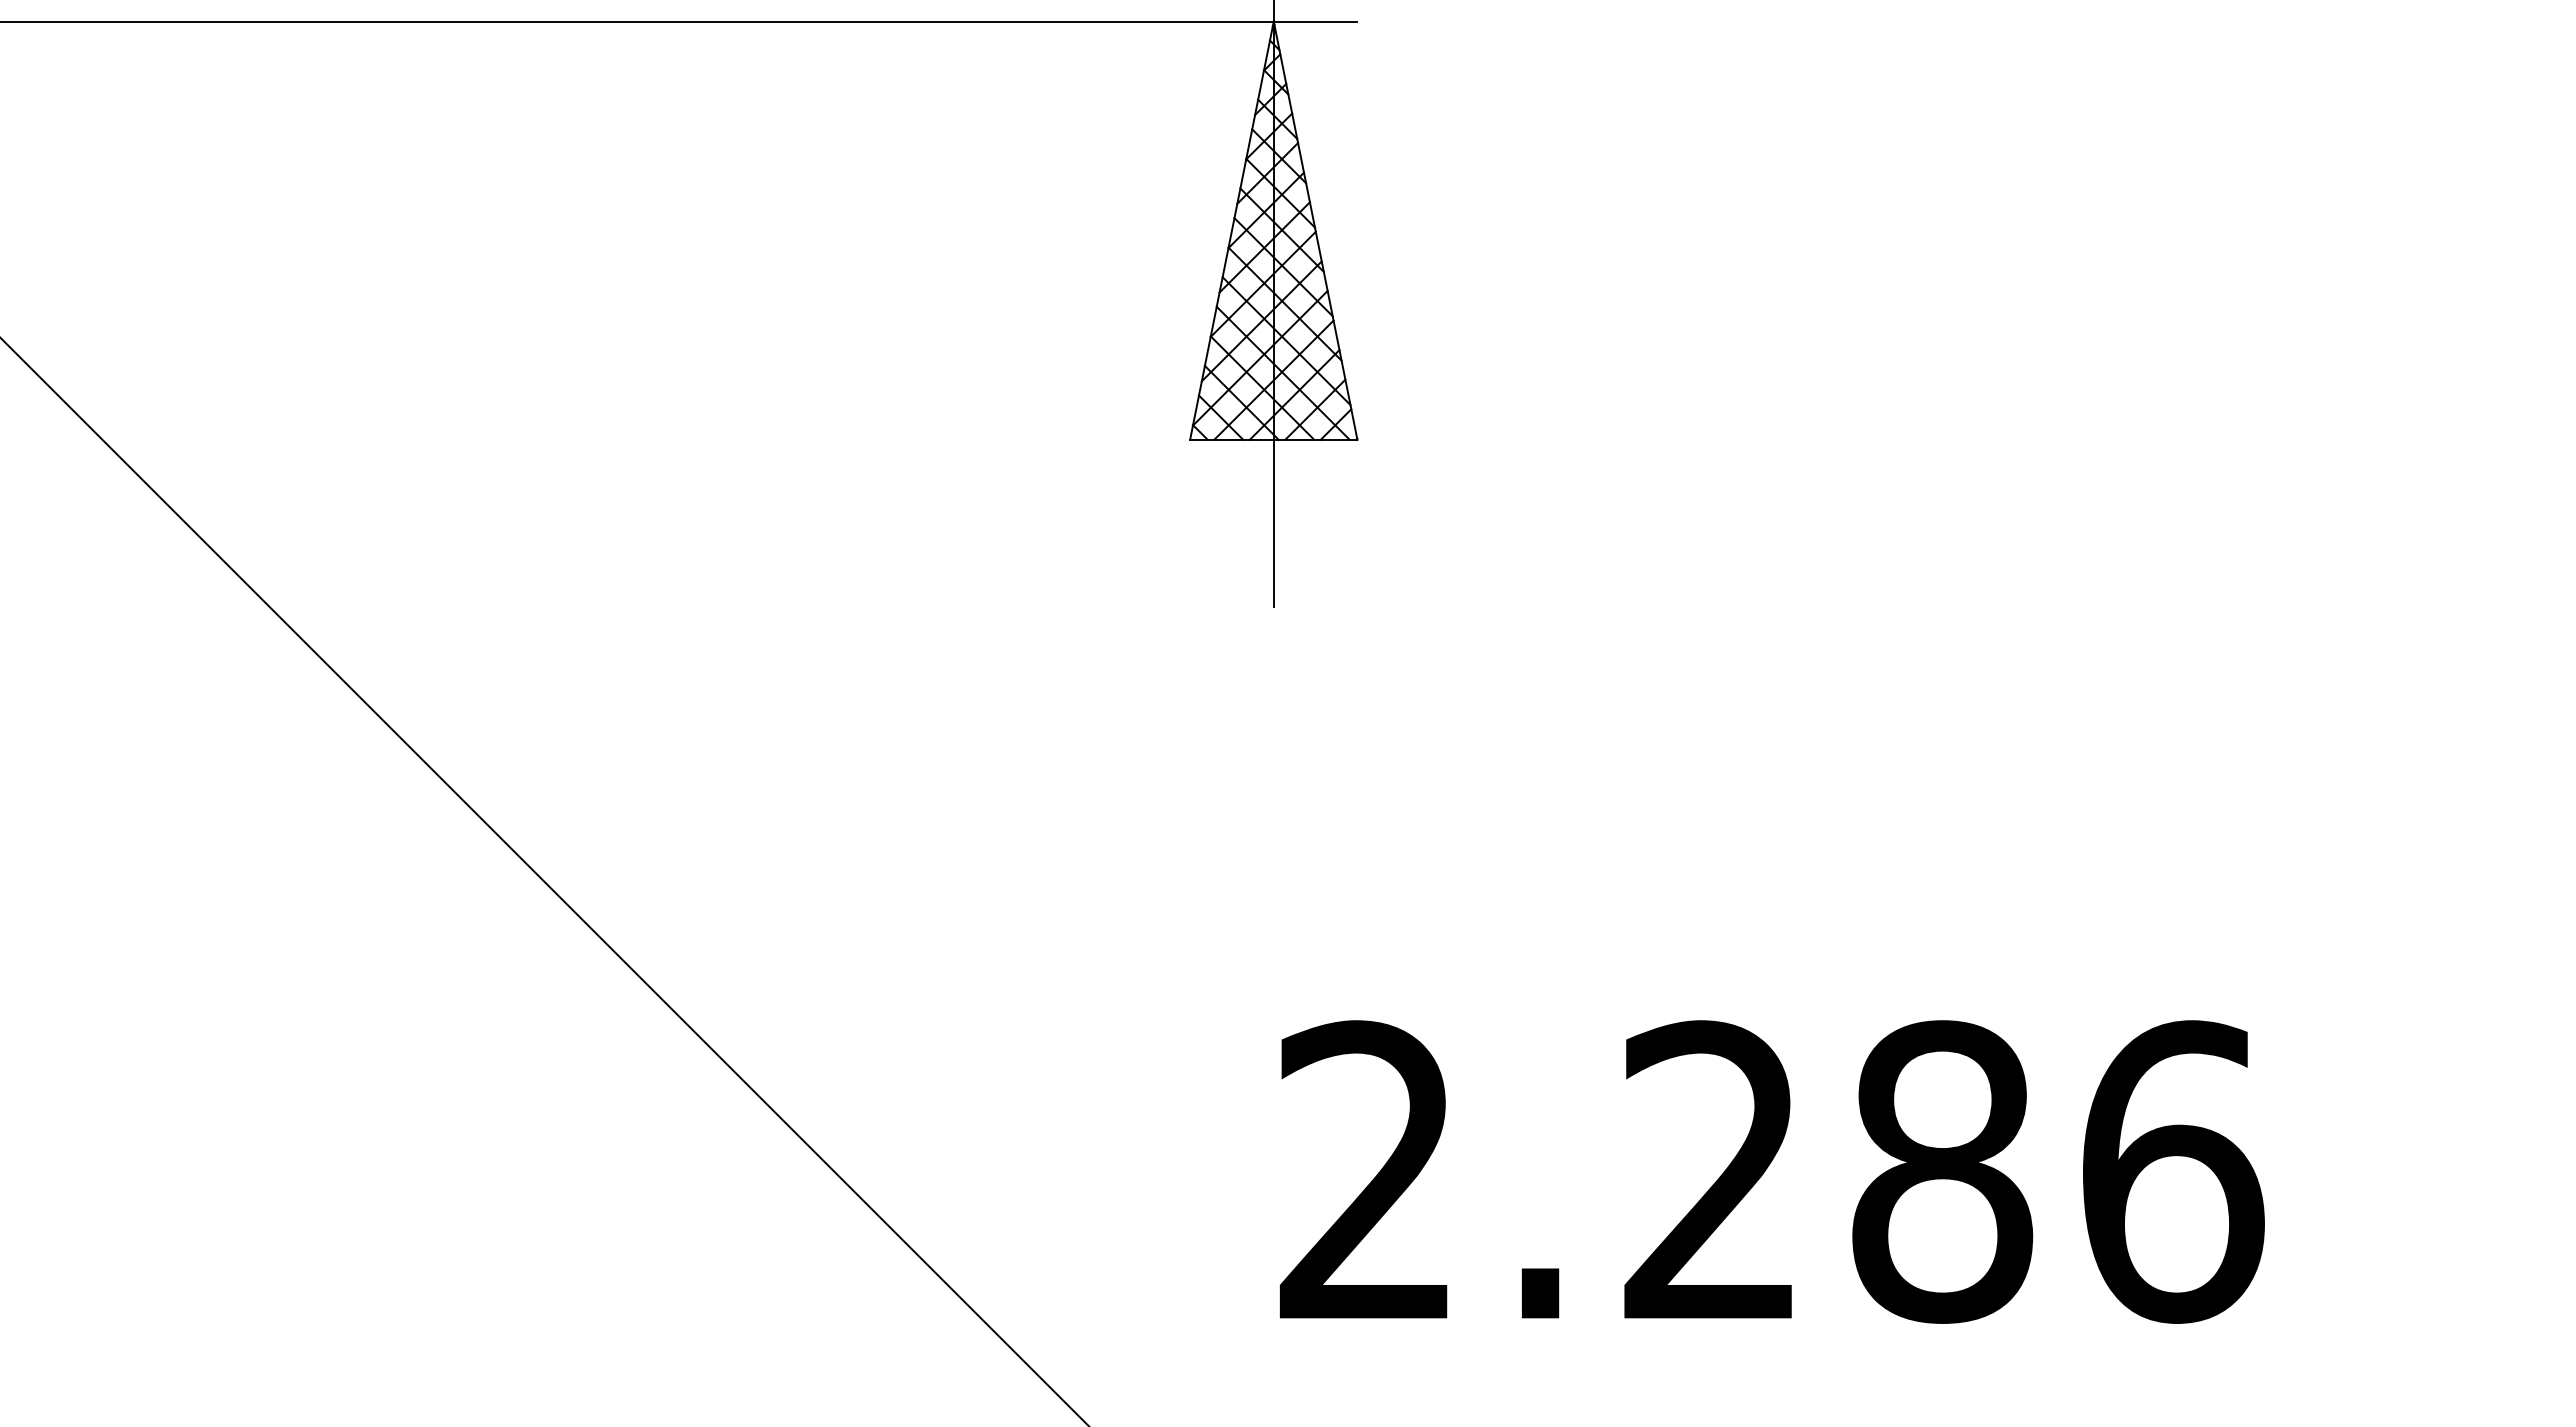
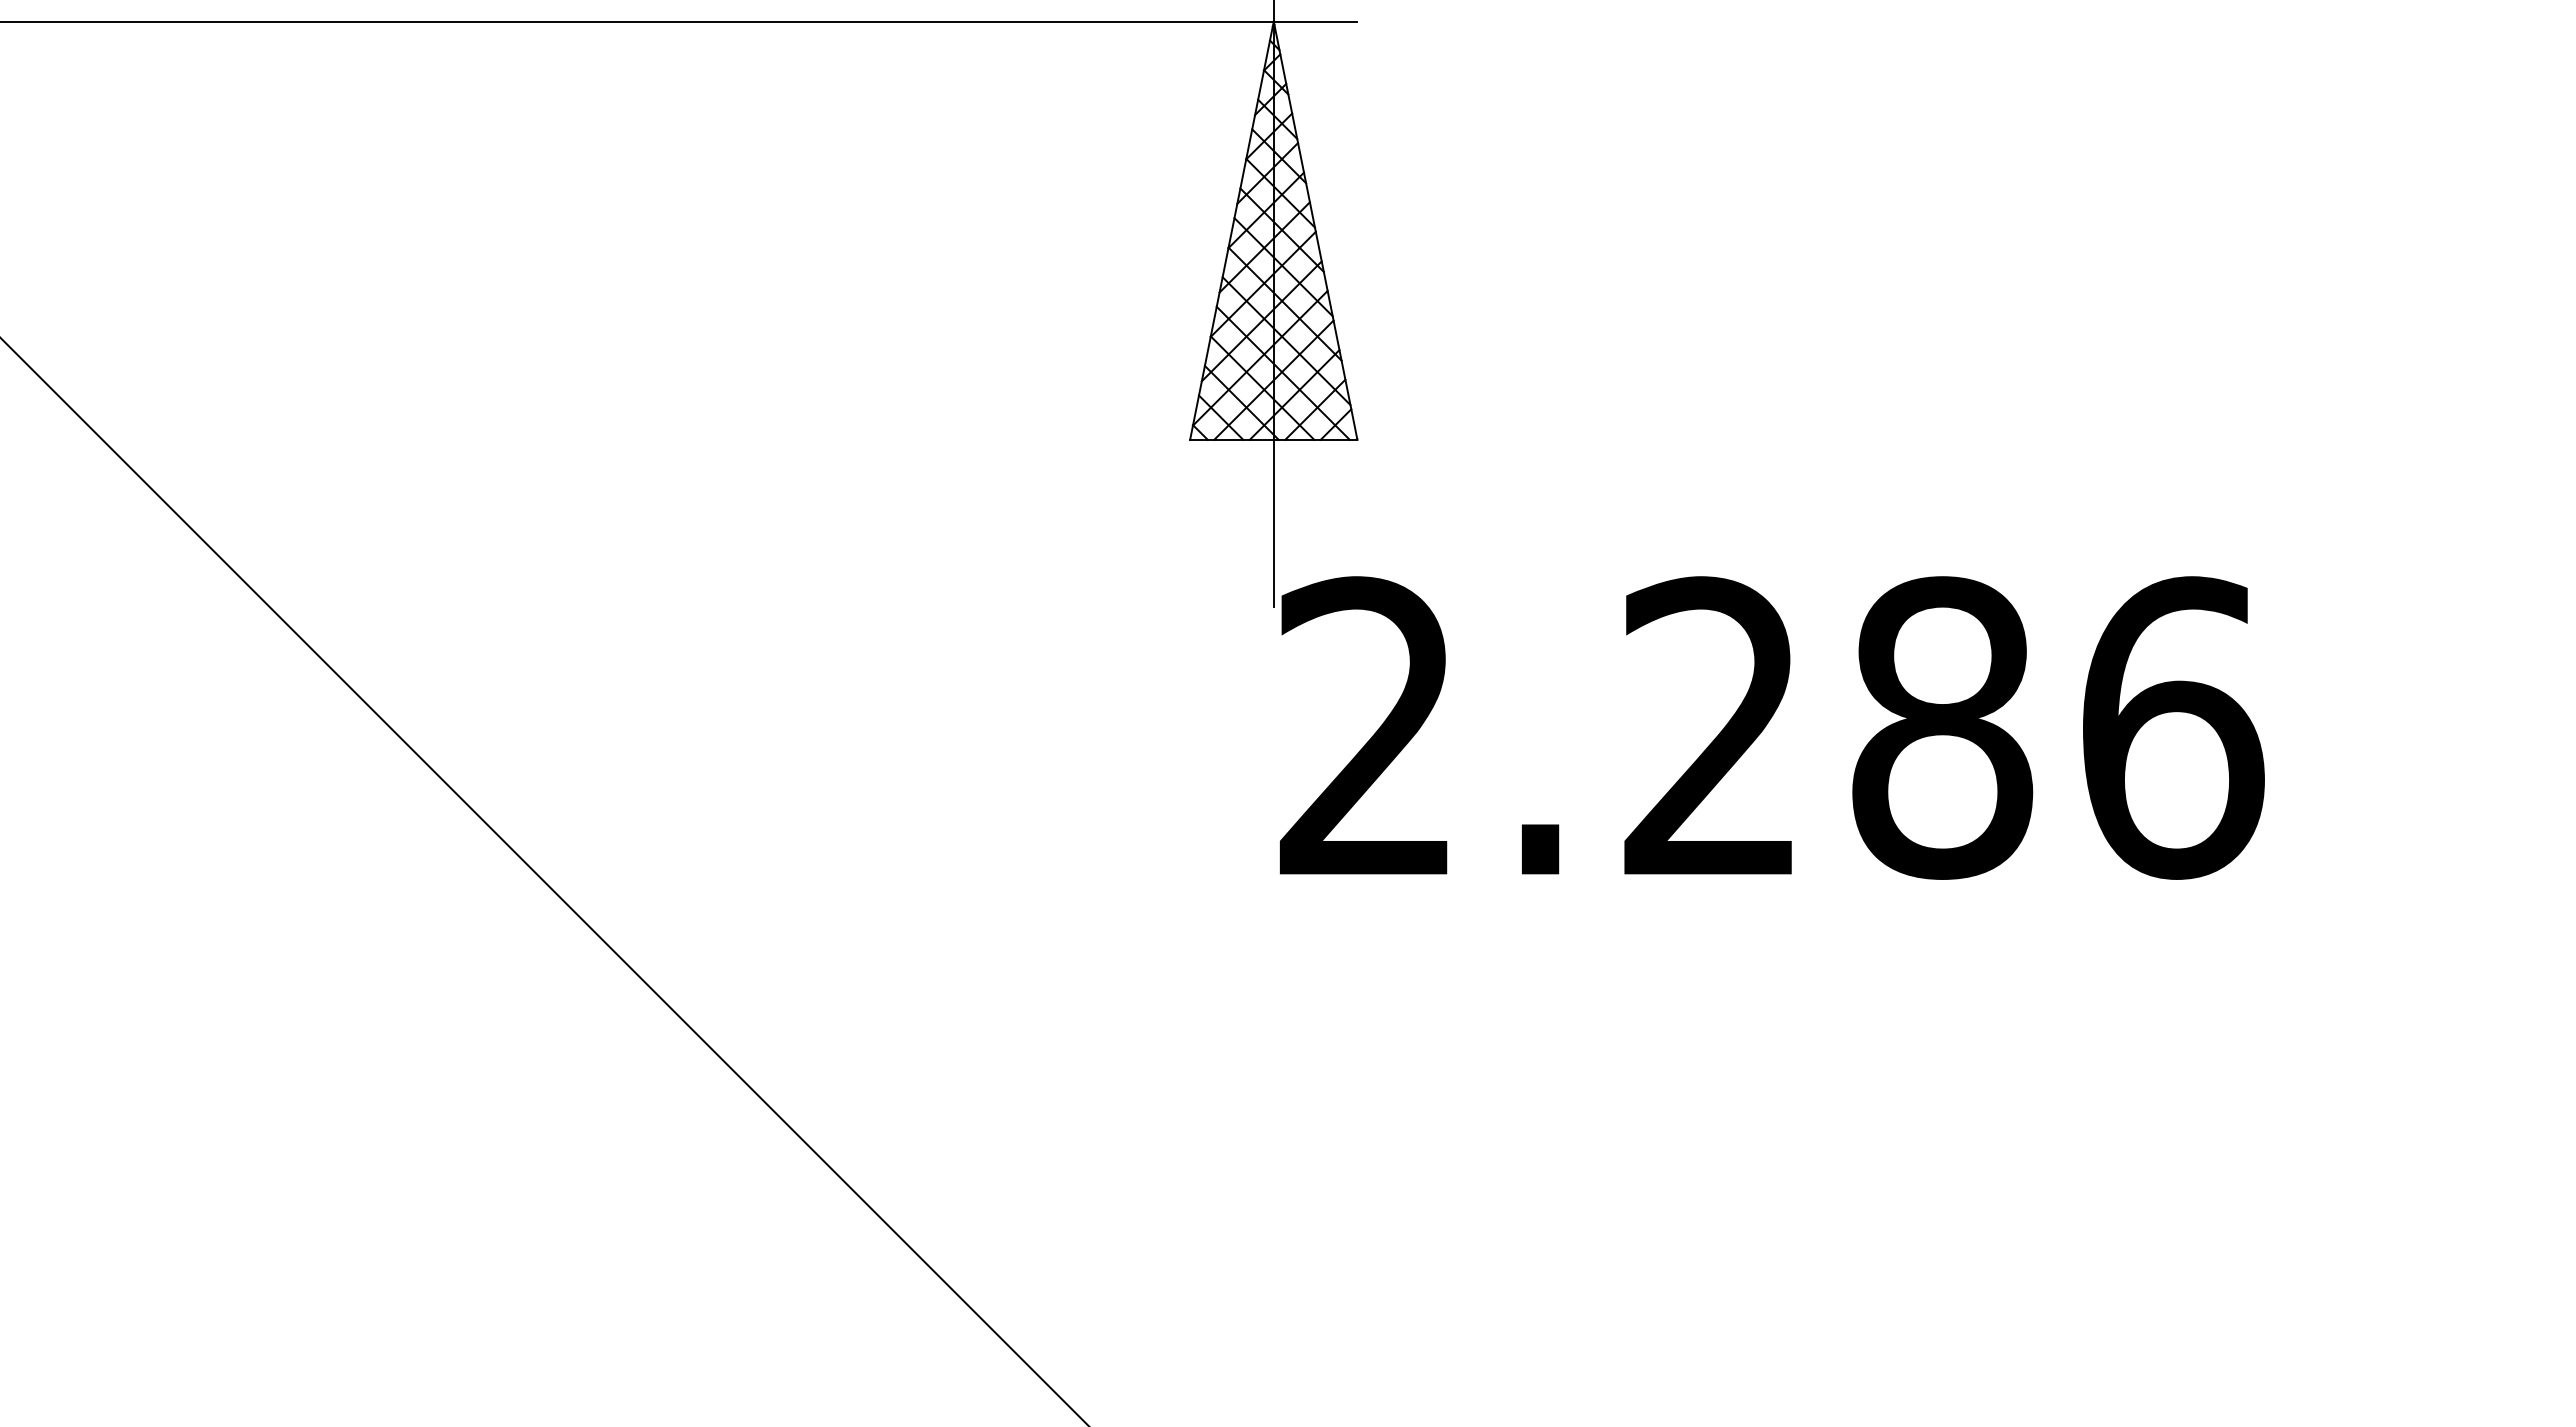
text at (1772, 1171) position: (1772, 1171) -> (1772, 727)
